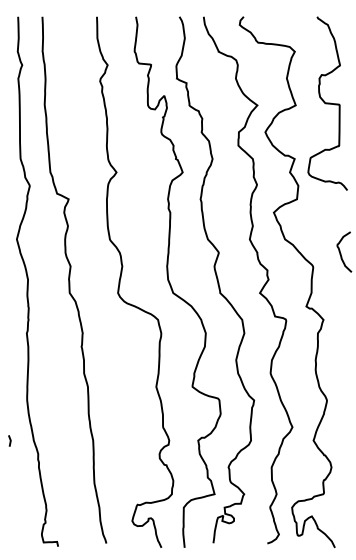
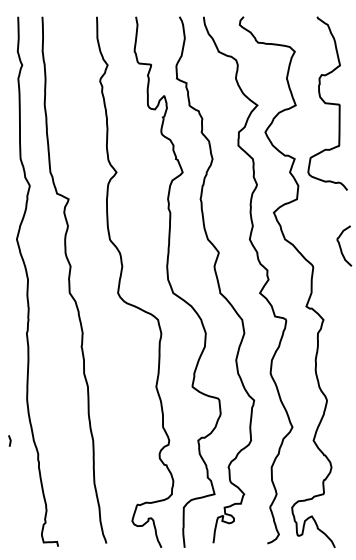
curve at (341, 253) position: (341, 253) -> (341, 247)
